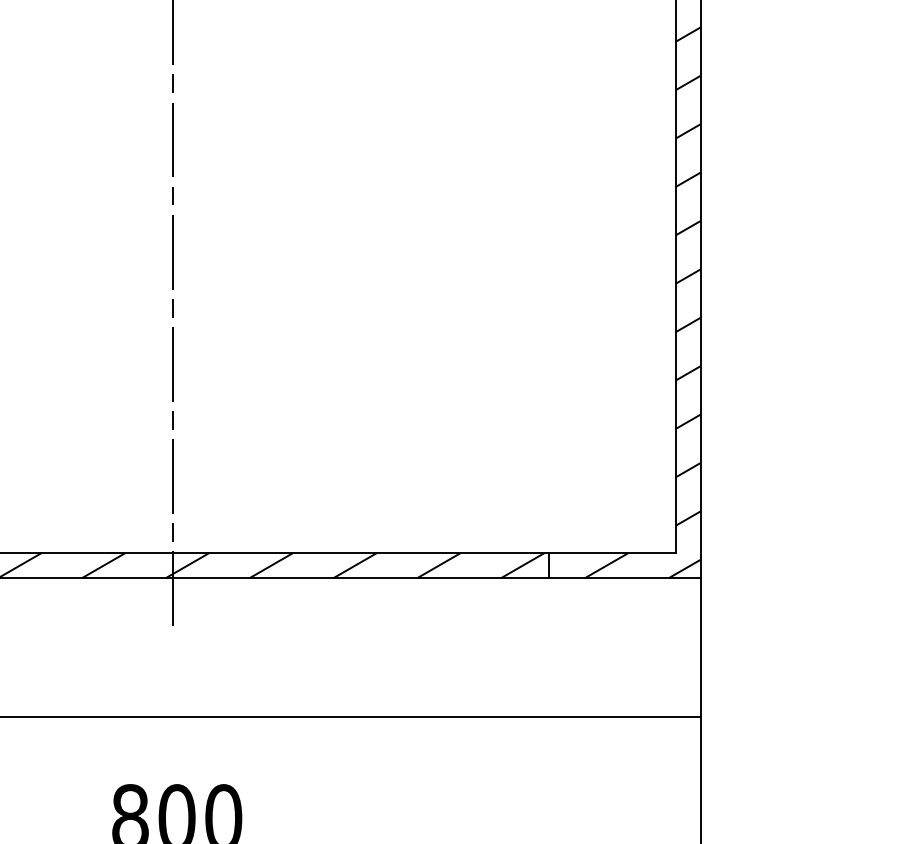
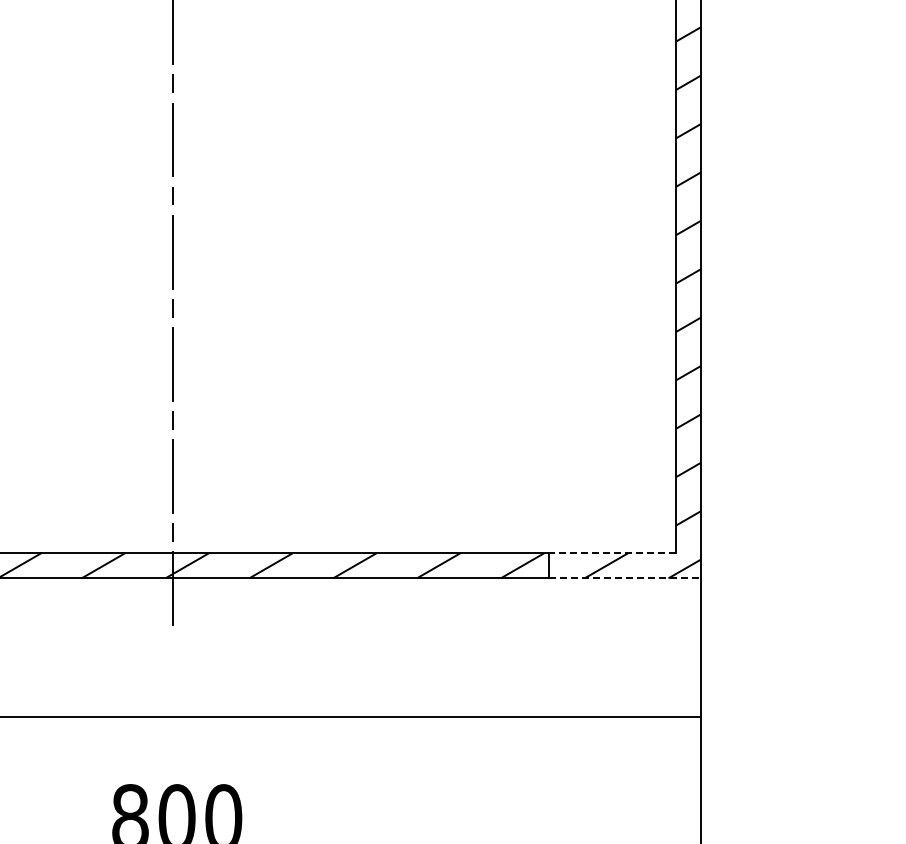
line at (612, 553): solid -> dashed
line at (625, 578): solid -> dashed
